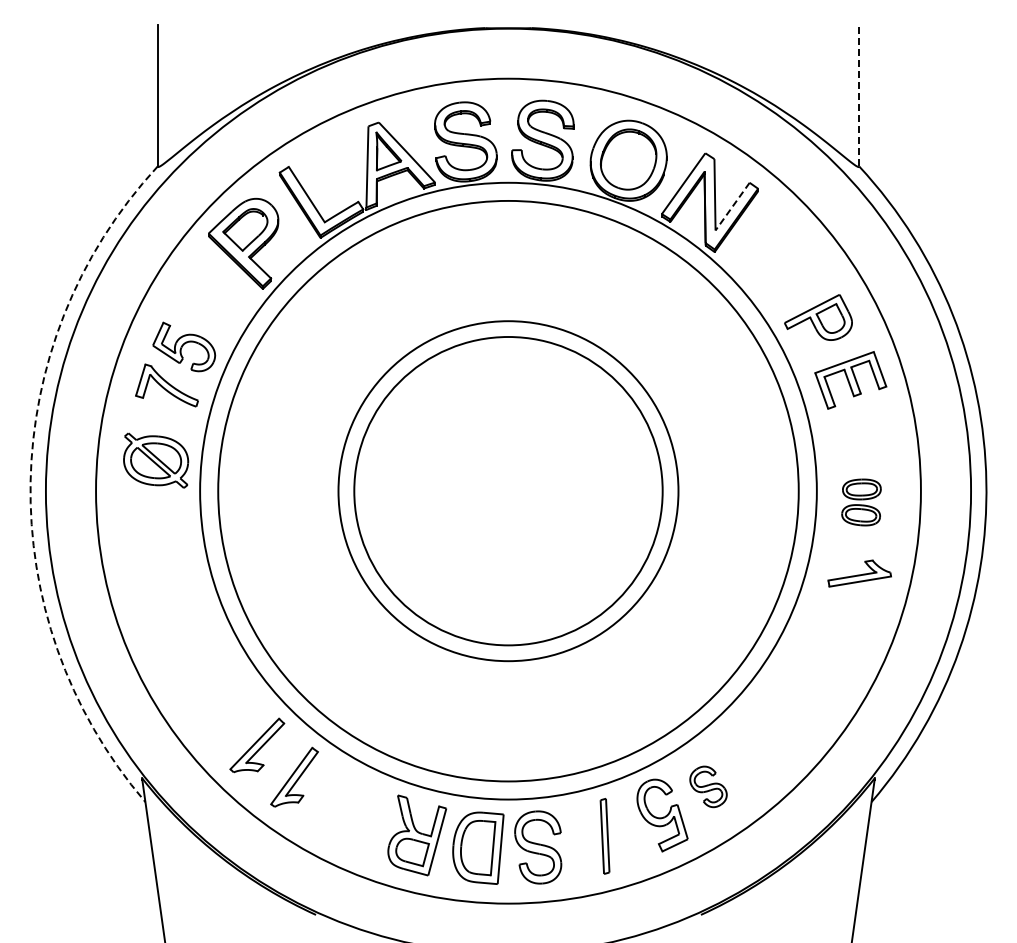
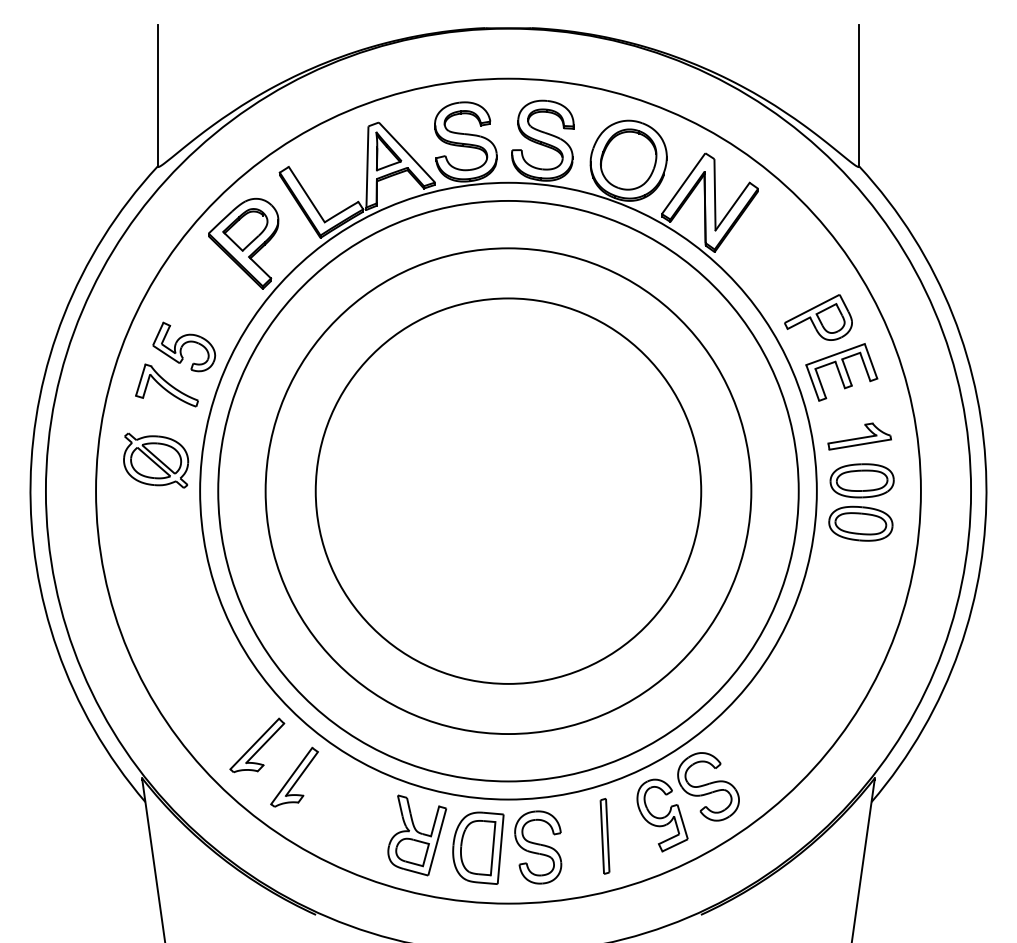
line at (859, 95): dashed -> solid
line at (732, 207): dashed -> solid
part at (850, 380) position: (850, 380) -> (841, 372)
arc at (30, 481): dashed -> solid
circle at (508, 491) diameter: 308 px -> 385 px
circle at (508, 491) diameter: 340 px -> 486 px
part at (861, 502) size: 41x49 px -> 67x79 px
part at (859, 573) position: (859, 573) -> (859, 436)
part at (708, 786) size: 39x44 px -> 63x70 px
